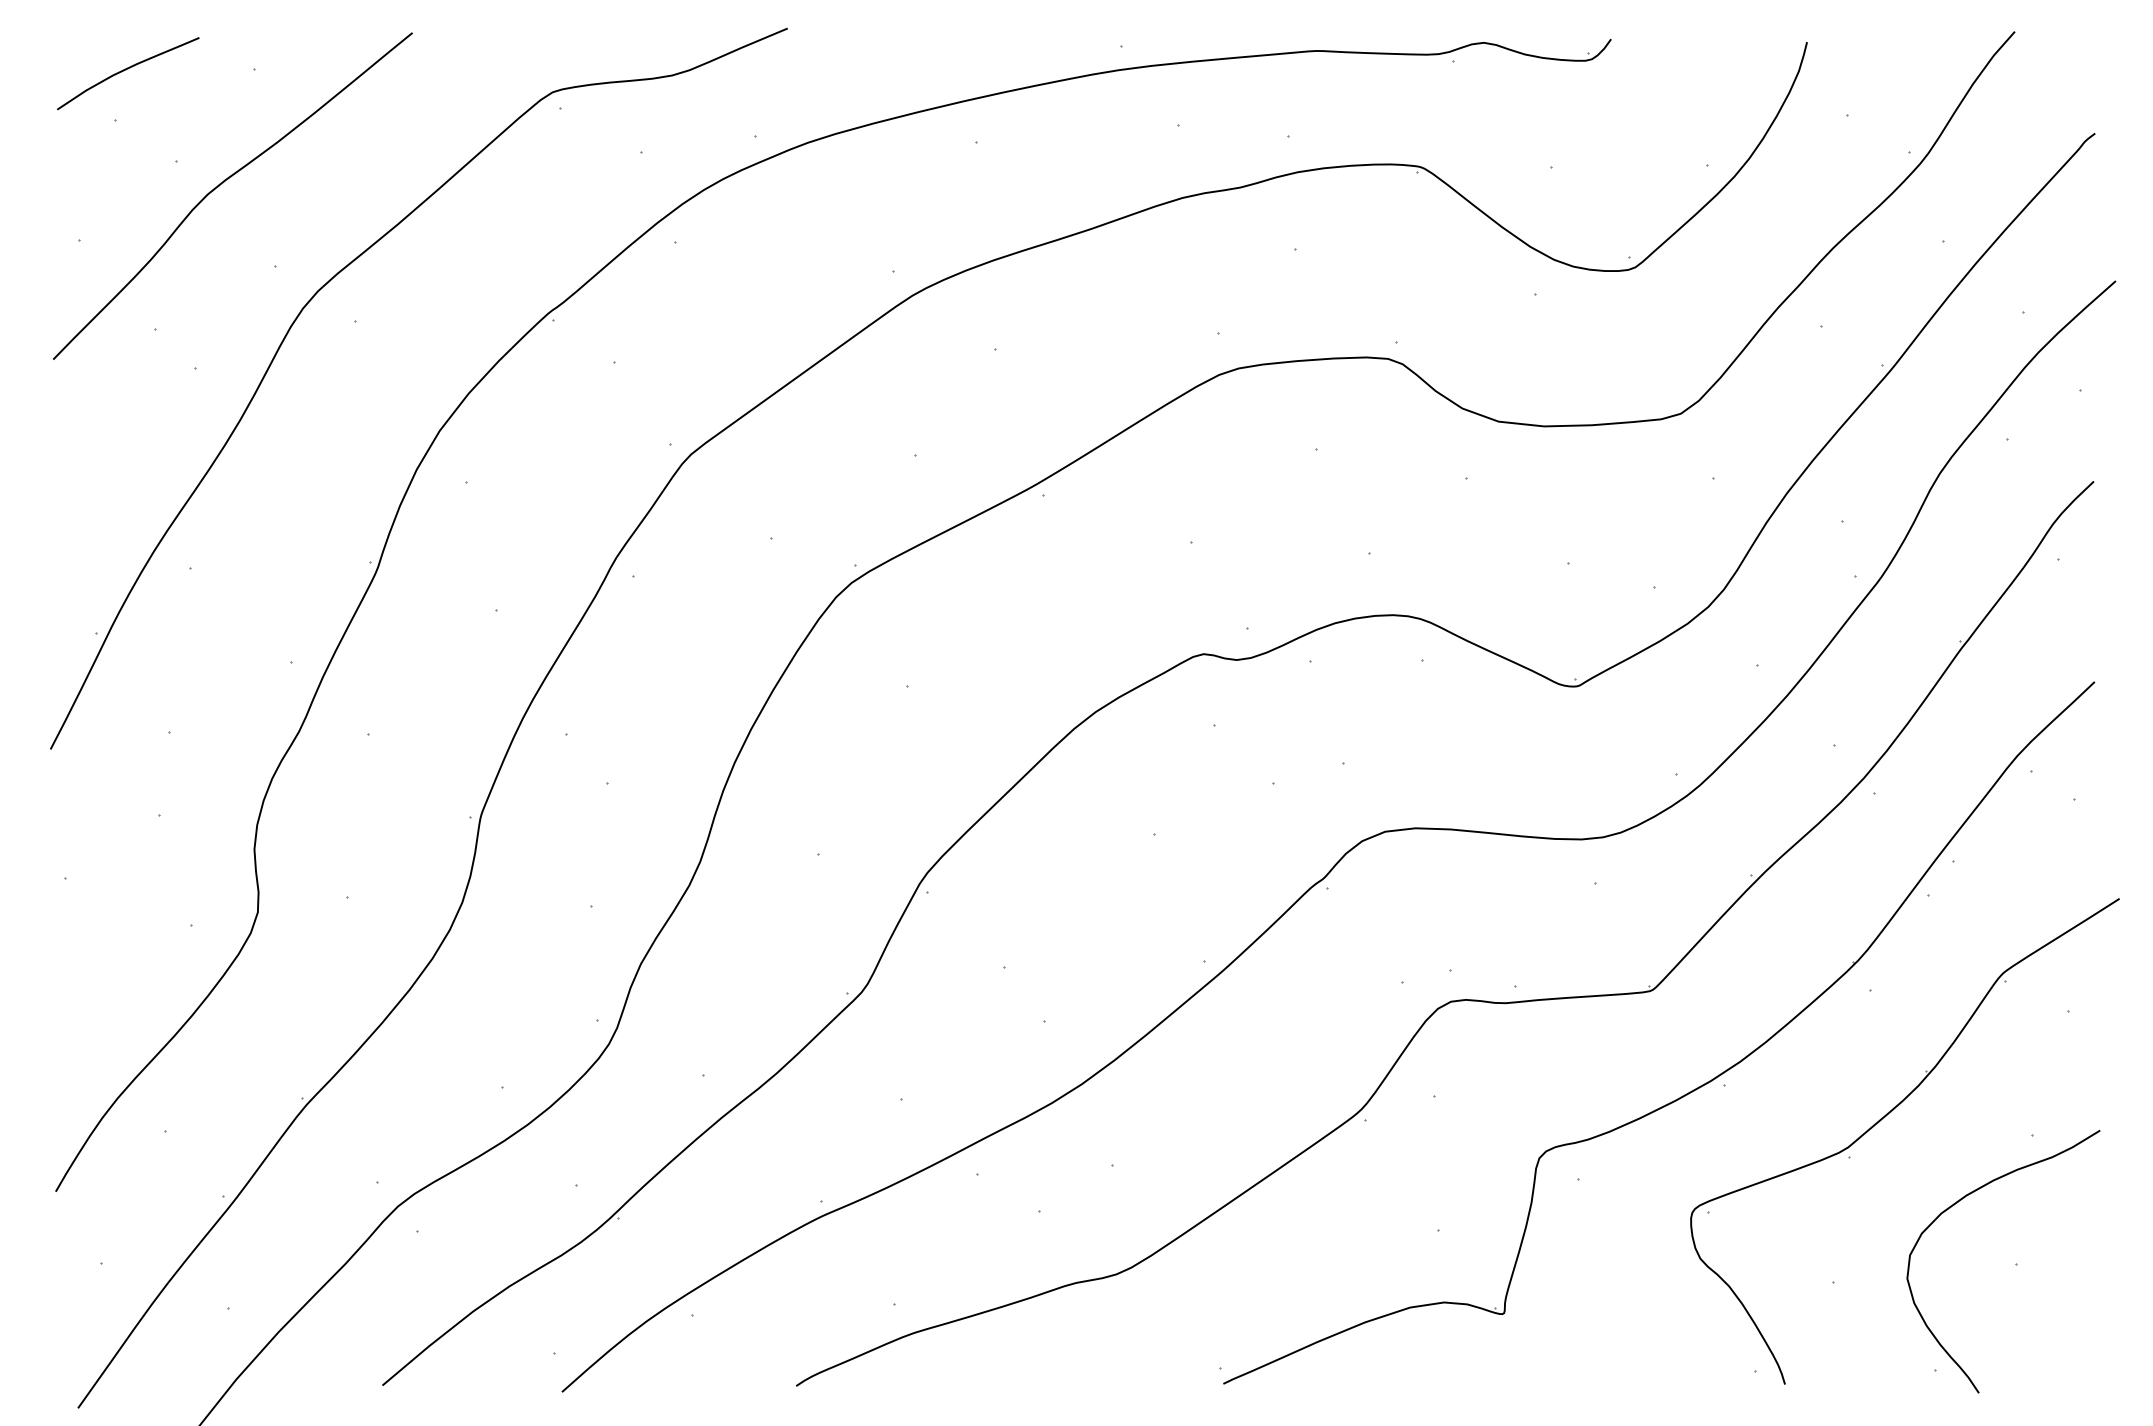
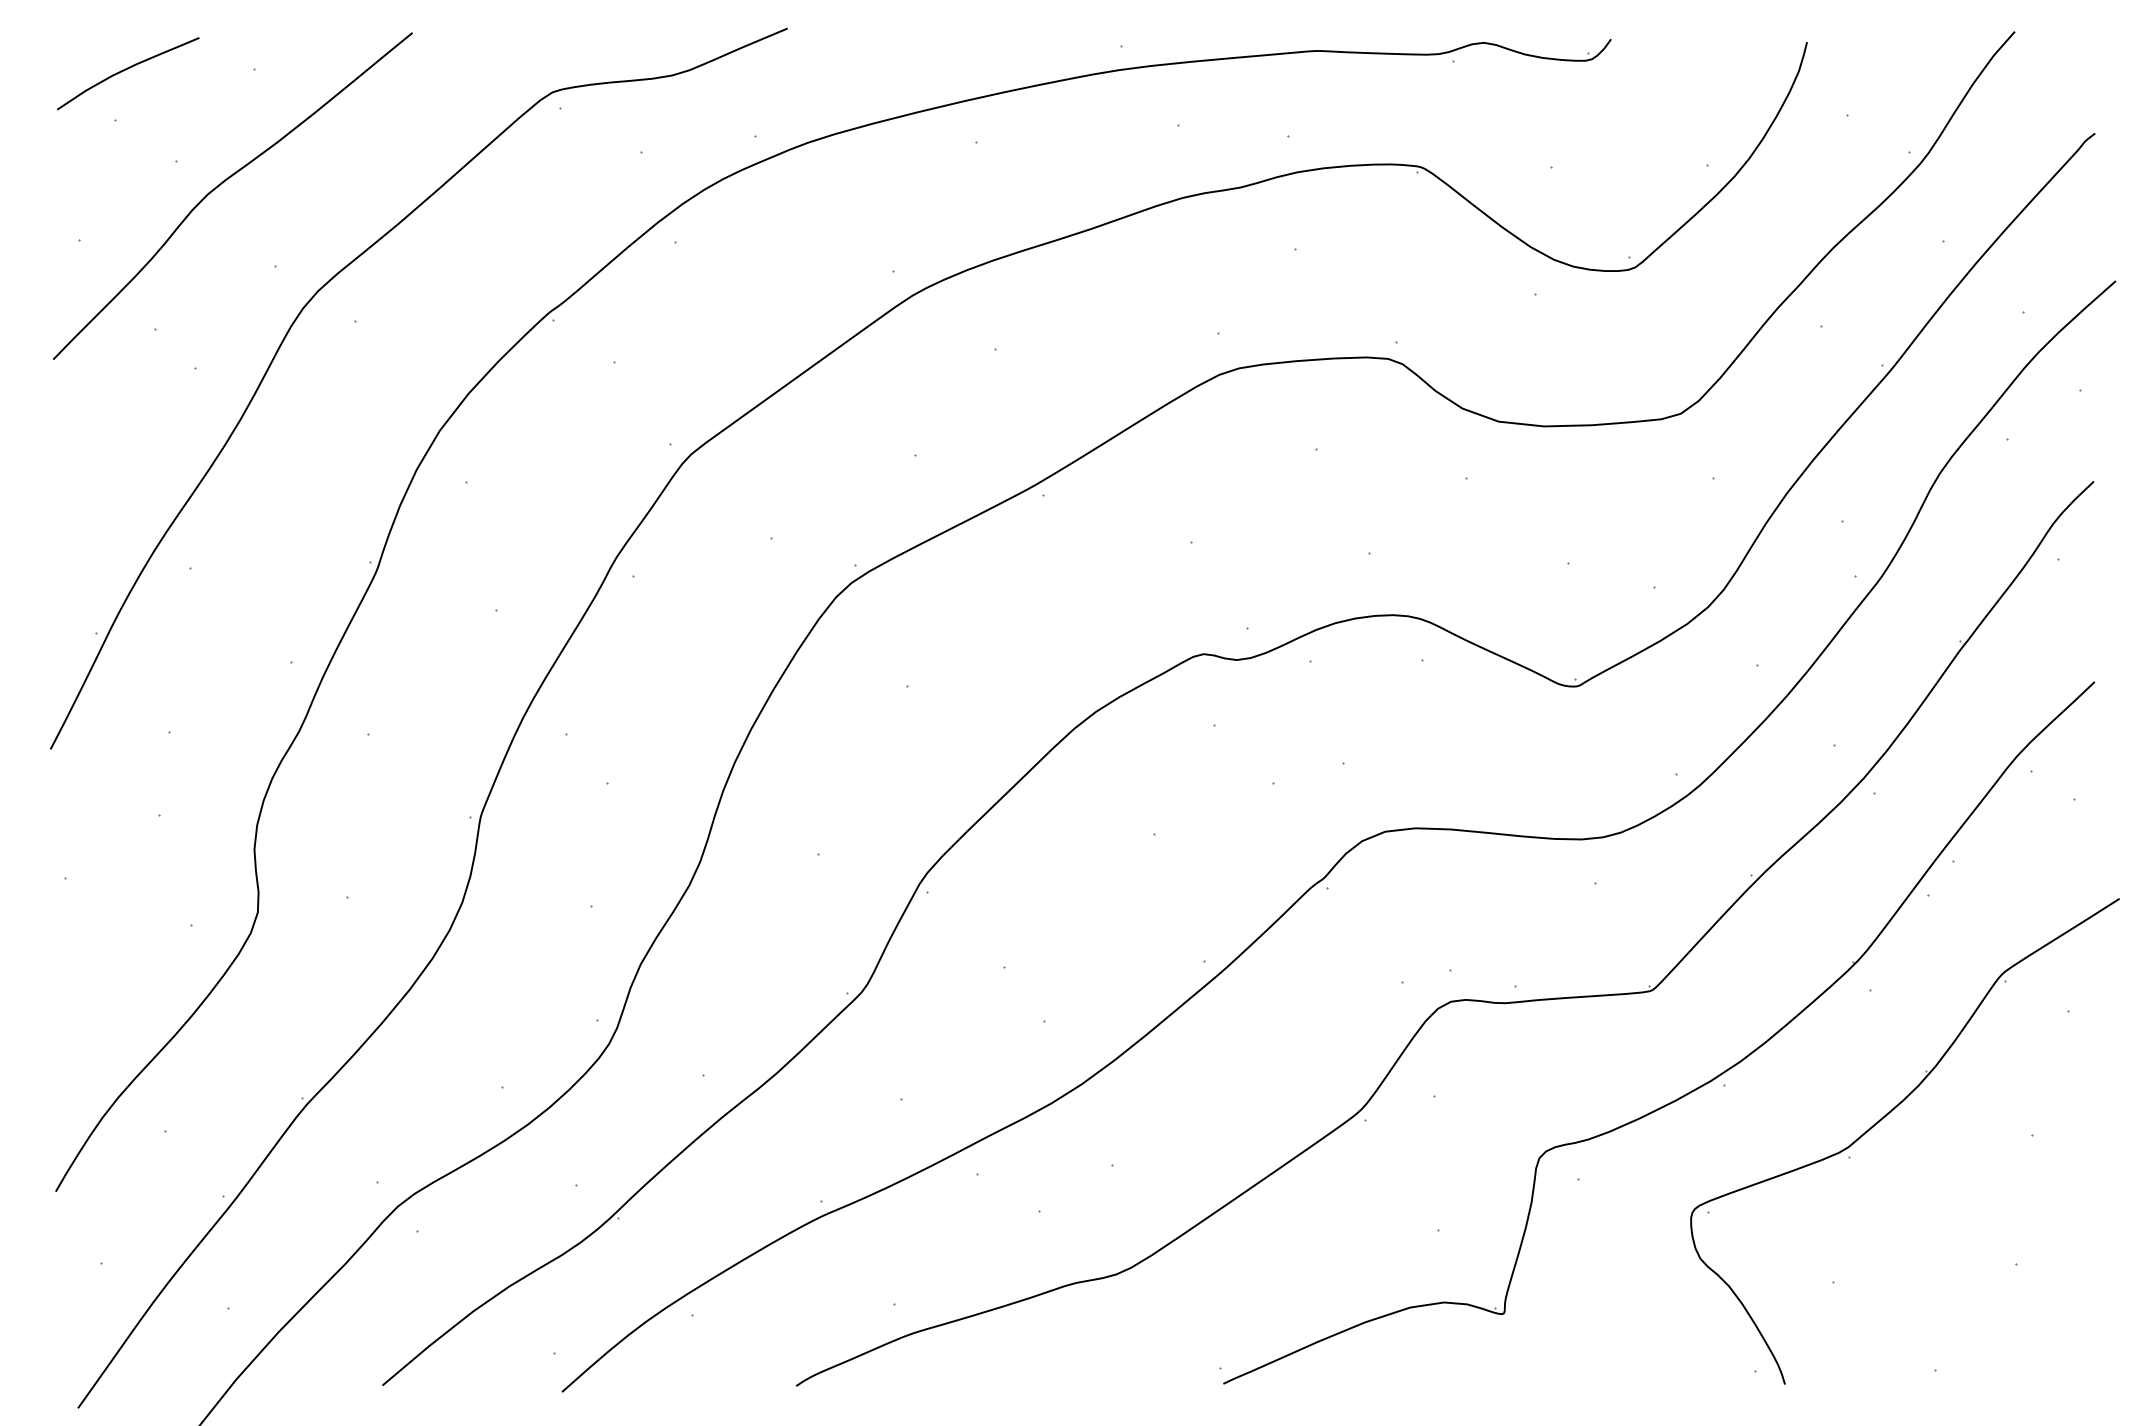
curve at (1957, 1203): present -> none
